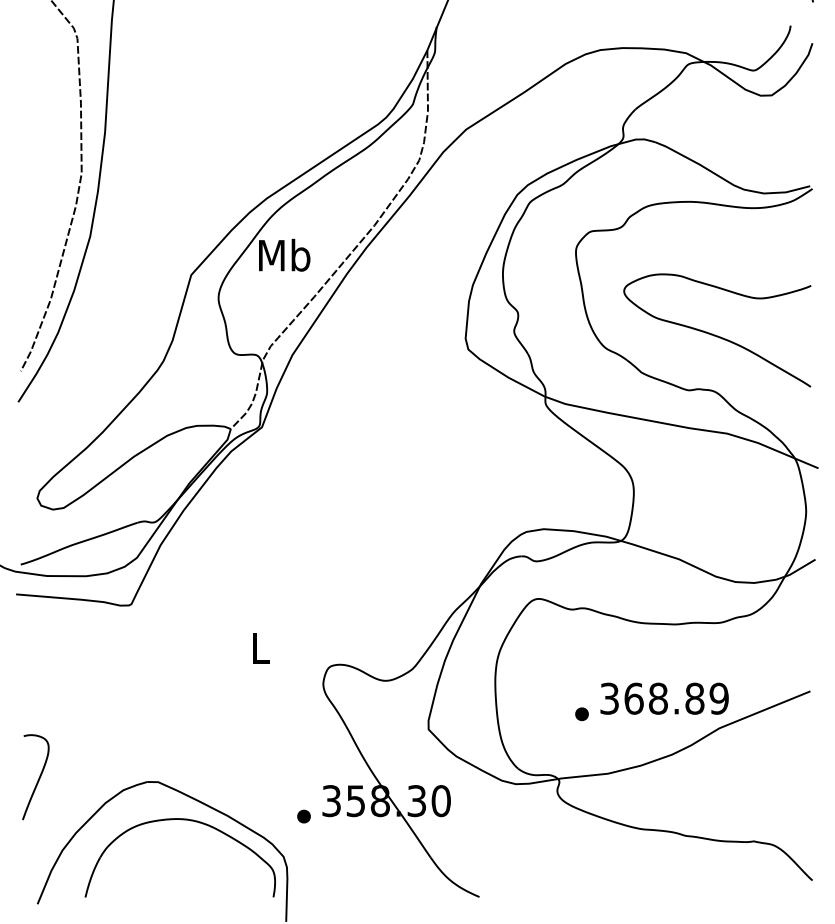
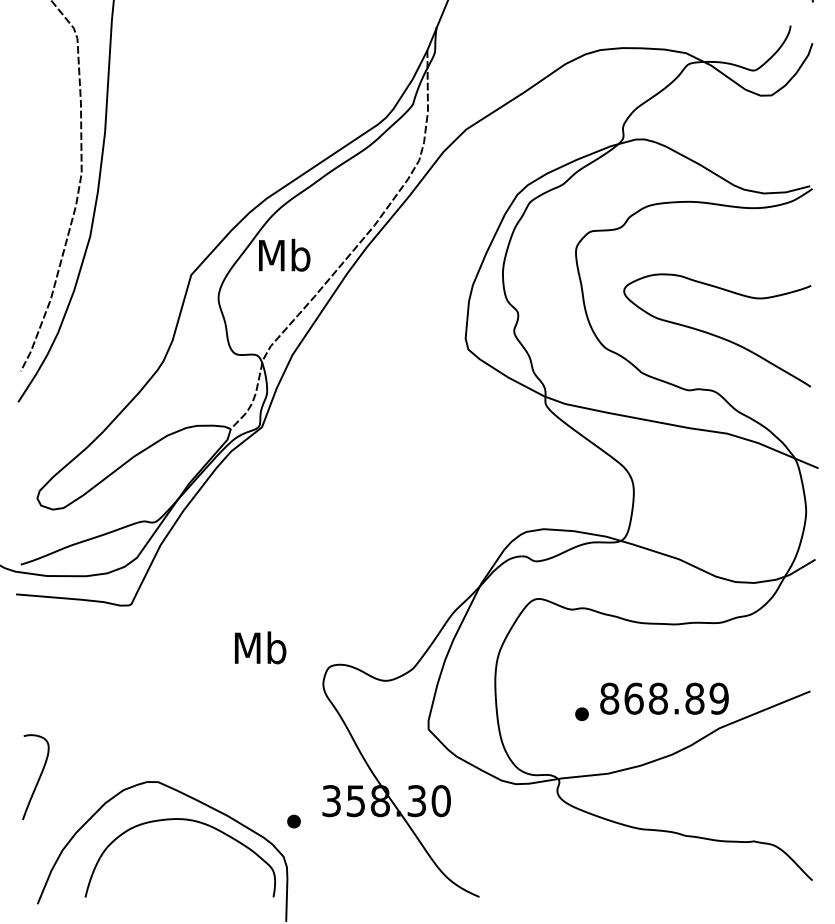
text at (260, 647): L -> Mb
text at (609, 698): 368.89 -> 868.89
part at (303, 816) position: (303, 816) -> (293, 821)
